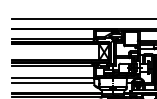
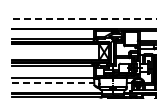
line at (83, 18): solid -> dashed
line at (53, 82): solid -> dashed
